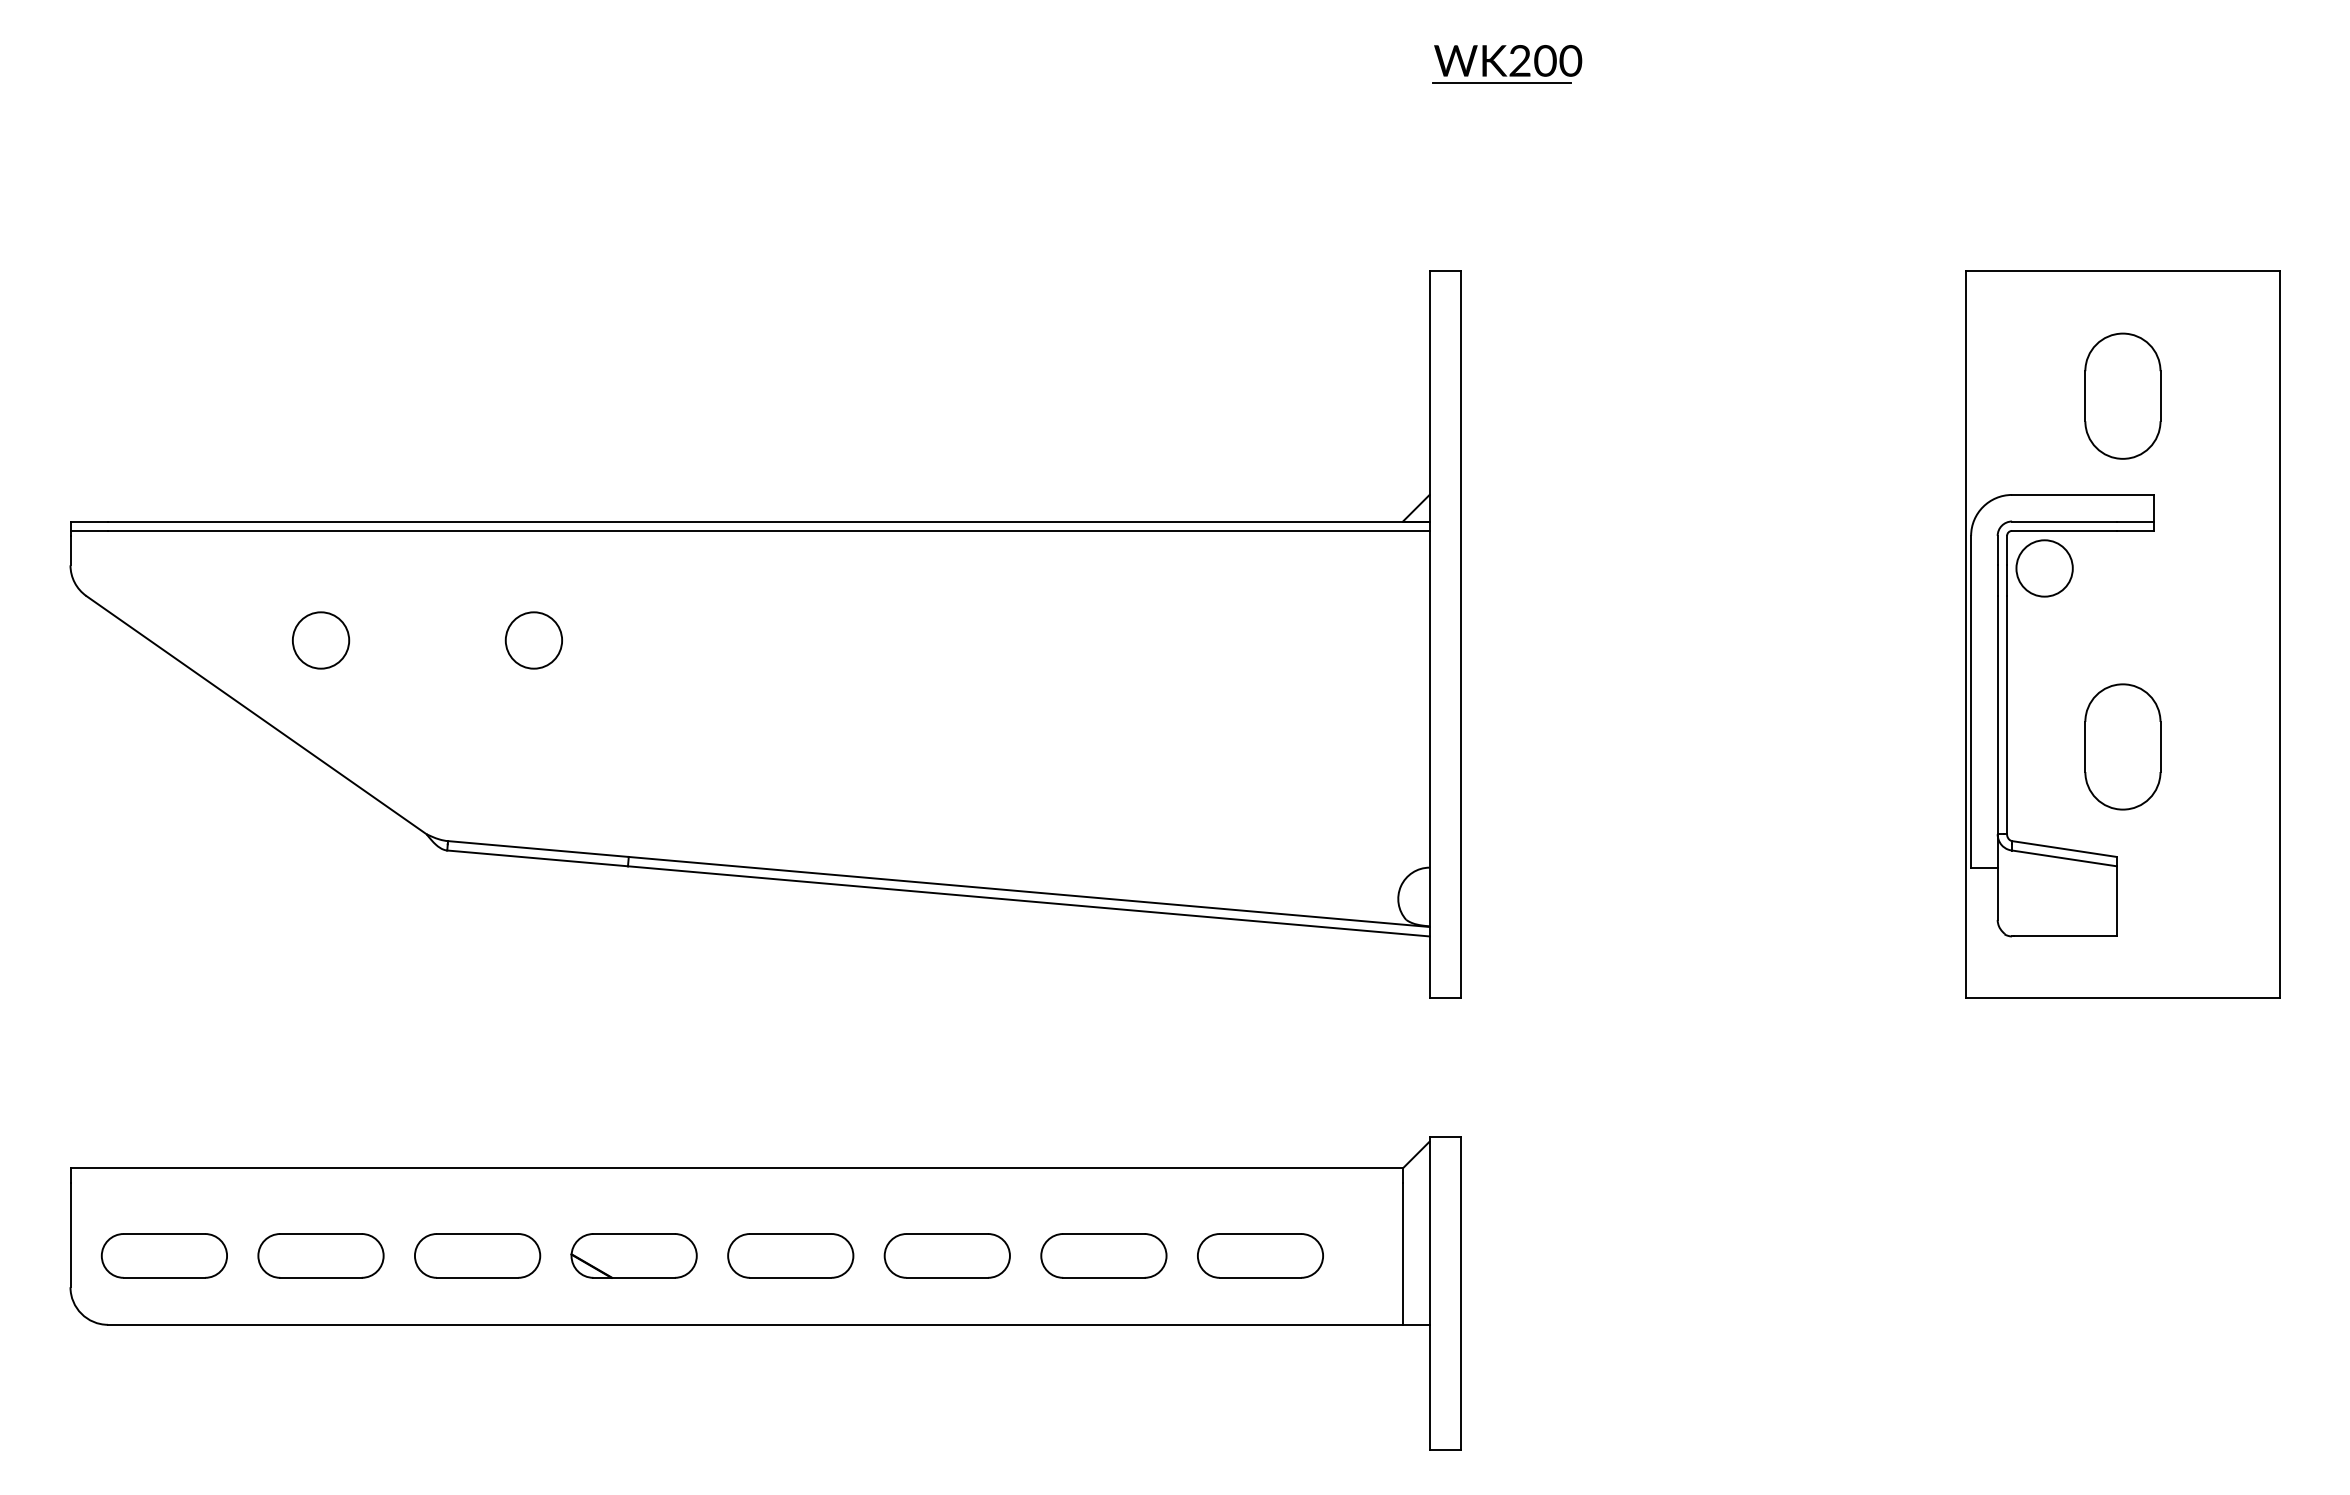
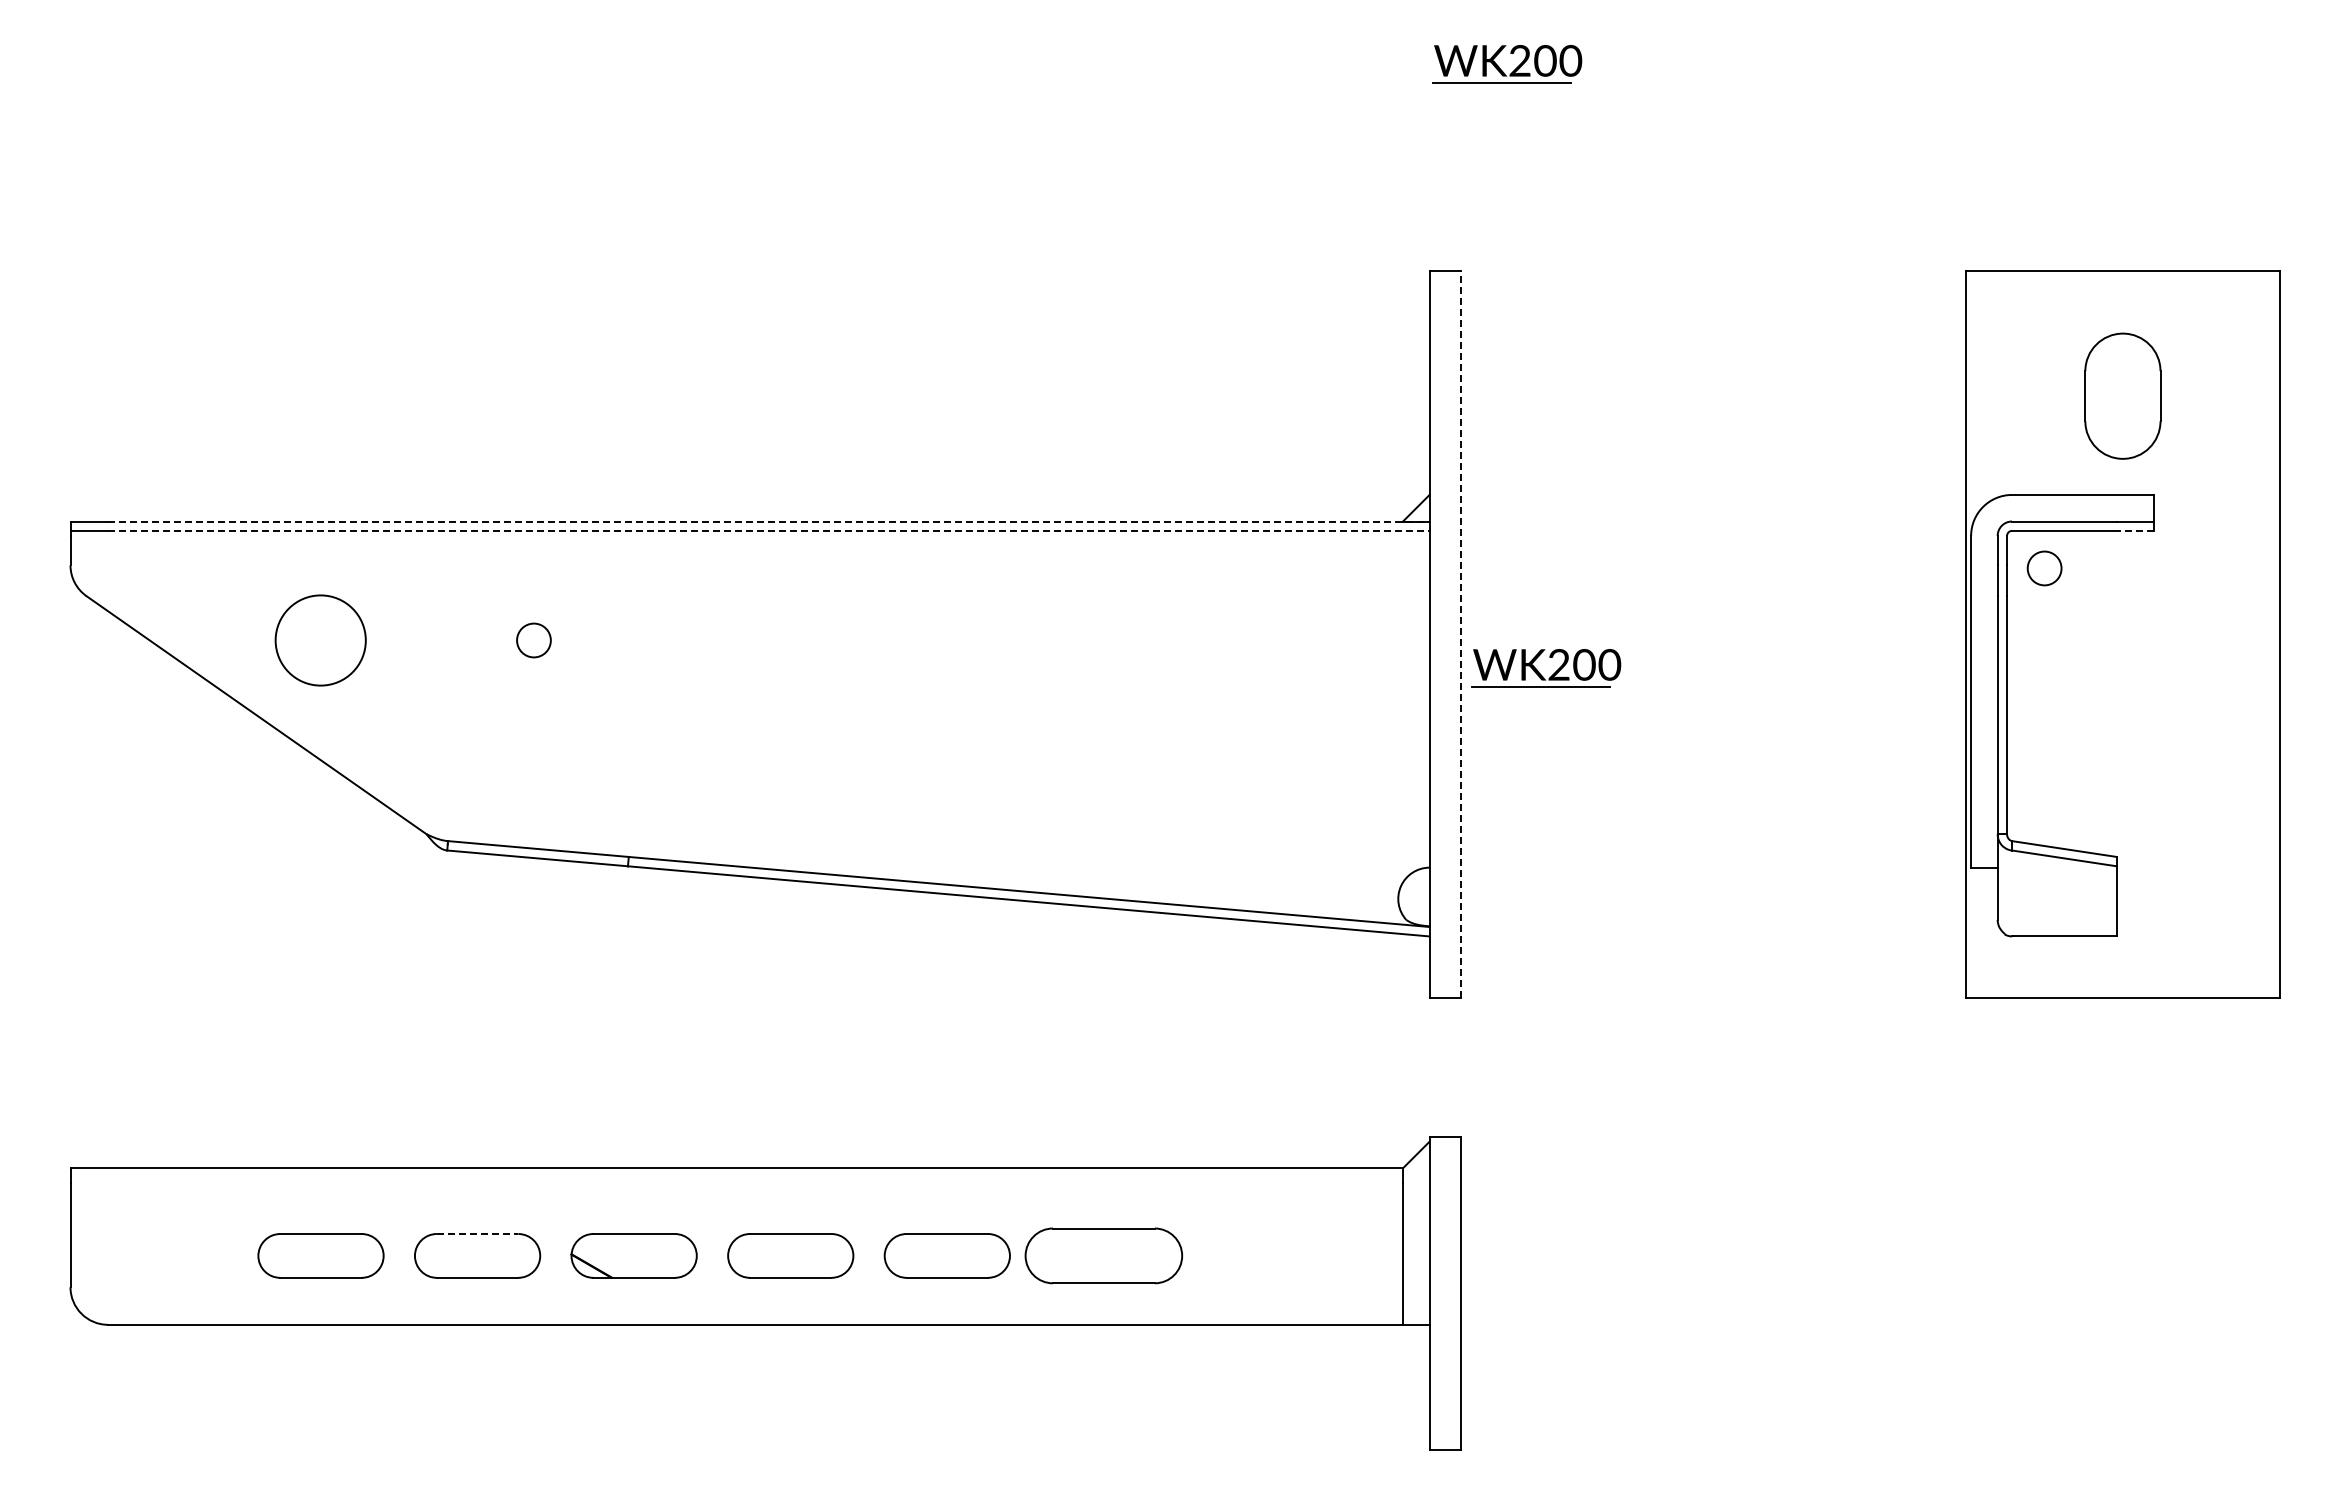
line at (768, 521): solid -> dashed
line at (768, 530): solid -> dashed
line at (2135, 530): solid -> dashed
circle at (2044, 568) diameter: 56 px -> 34 px
line at (1460, 633): solid -> dashed
circle at (321, 640) size: 59x59 px -> 93x93 px
circle at (533, 640) diameter: 56 px -> 34 px
part at (1540, 673): none -> present
part at (2122, 746): present -> none
line at (477, 1234): solid -> dashed
part at (163, 1255): present -> none
part at (1103, 1255) size: 128x46 px -> 160x58 px
part at (1260, 1255): present -> none
